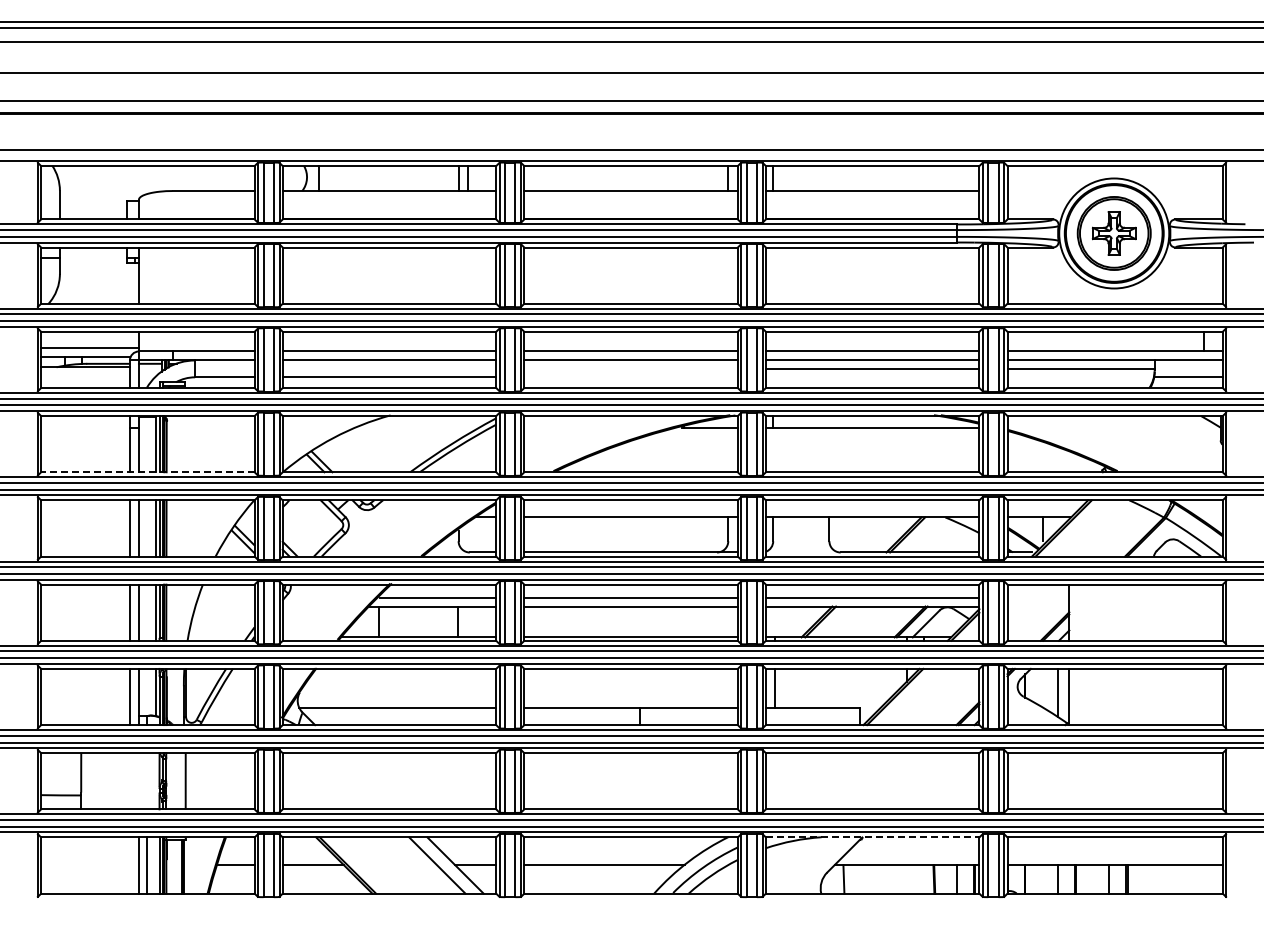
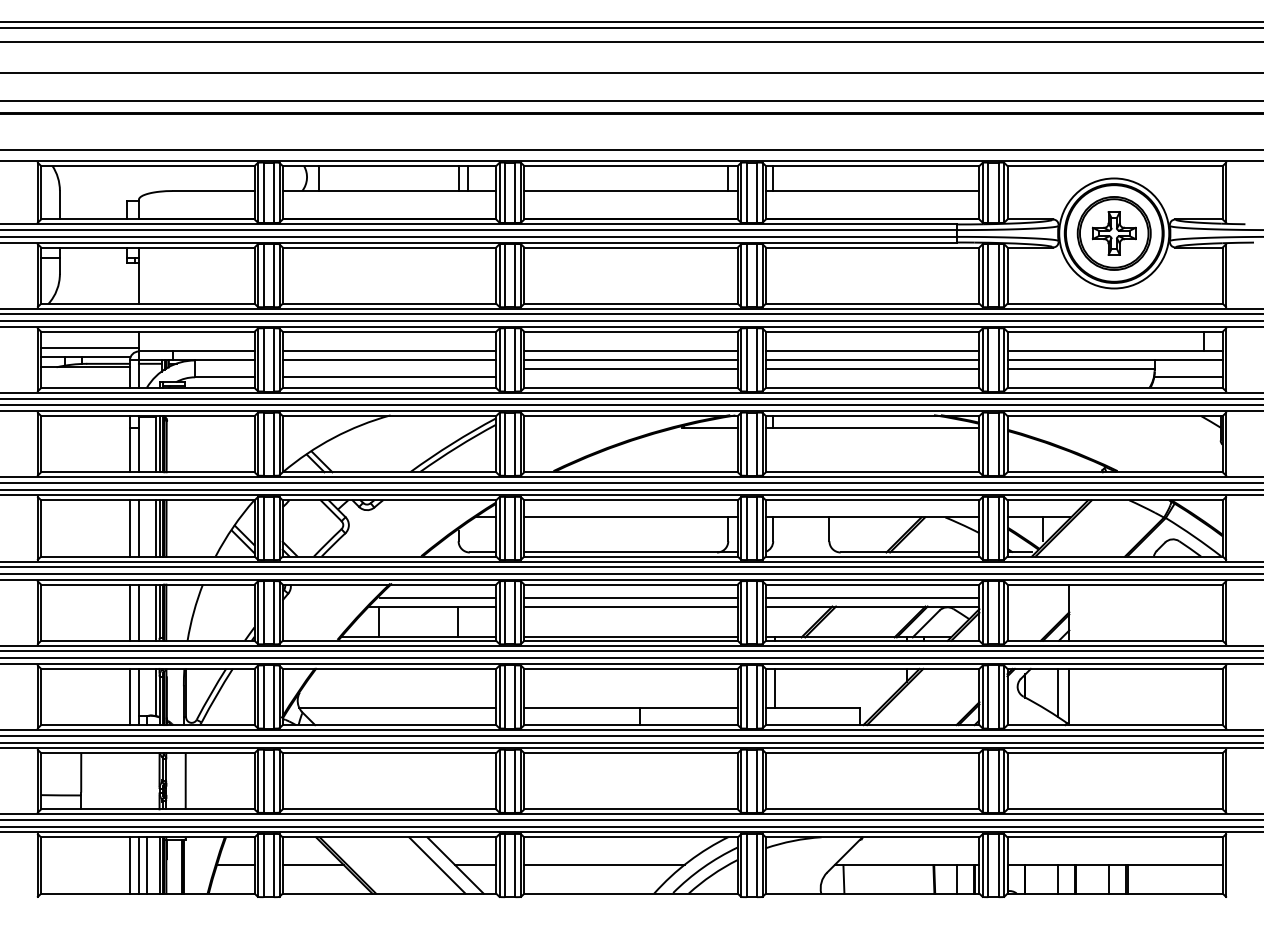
line at (630, 368): none -> present
line at (147, 472): dashed -> solid
line at (872, 837): dashed -> solid
line at (129, 865): none -> present
